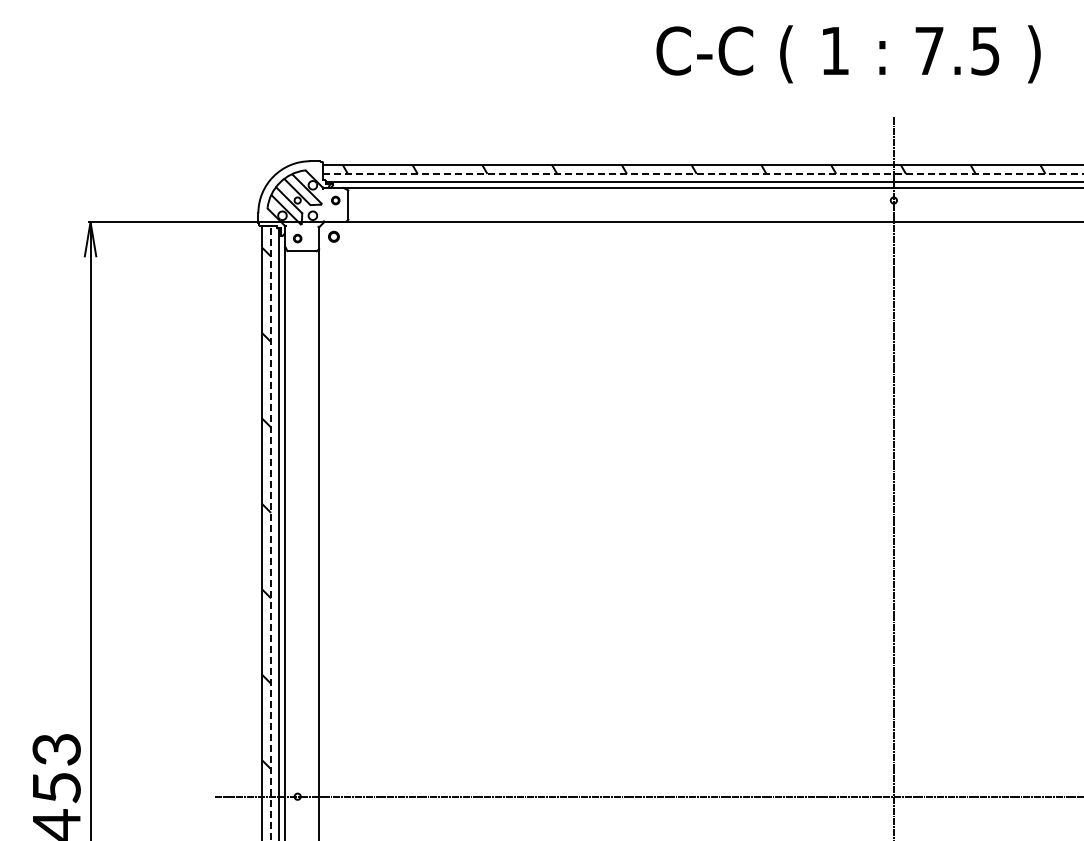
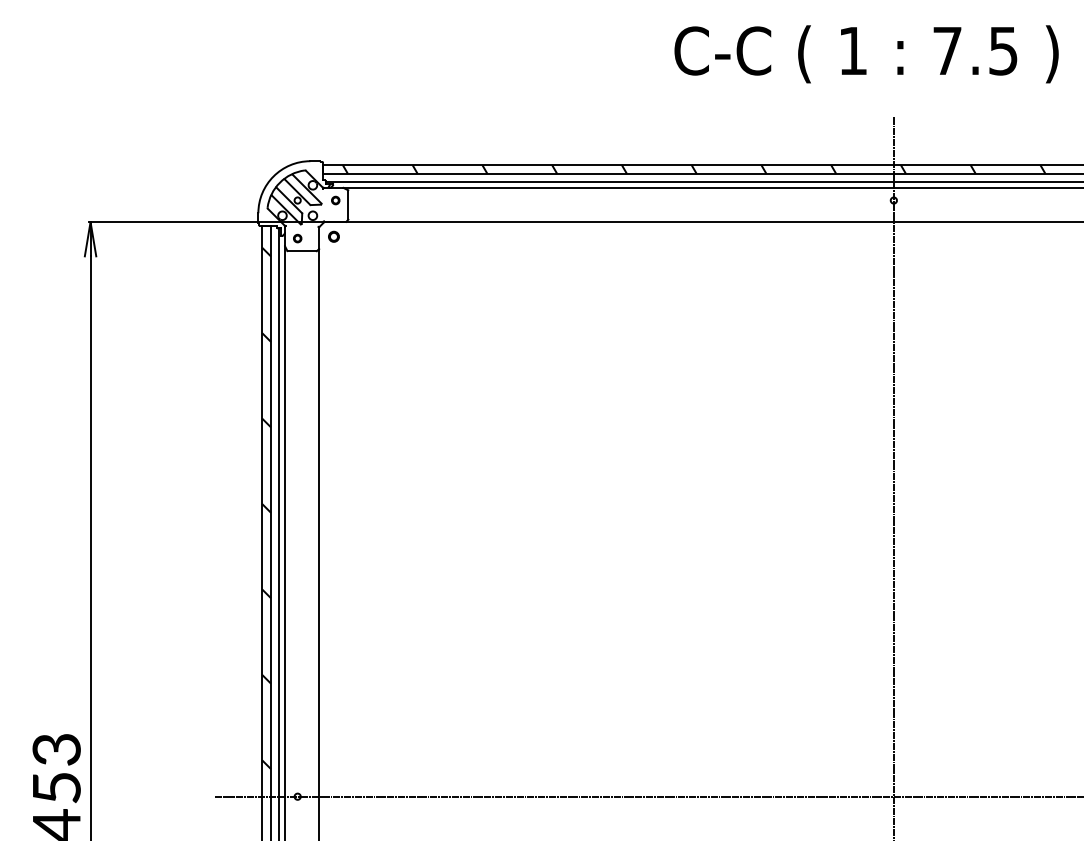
text at (848, 54) position: (848, 54) -> (866, 54)
line at (703, 173): dashed -> solid
line at (271, 532): dashed -> solid
